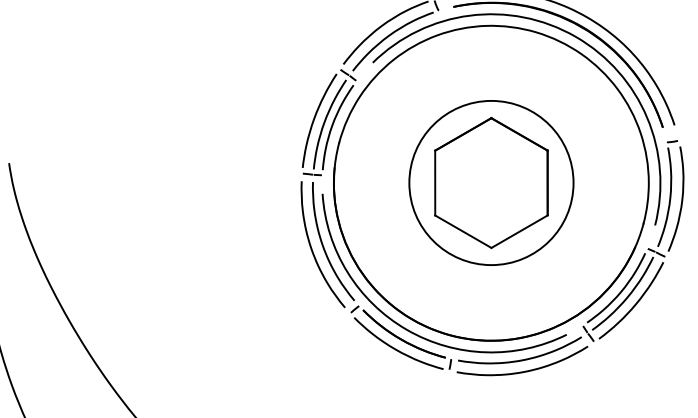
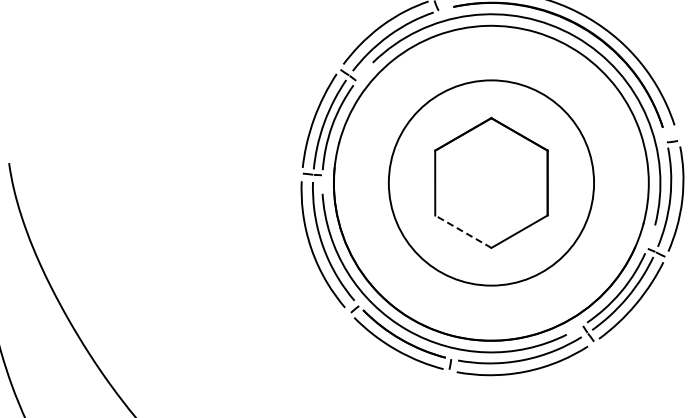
circle at (491, 182) diameter: 164 px -> 205 px
line at (462, 231): solid -> dashed
